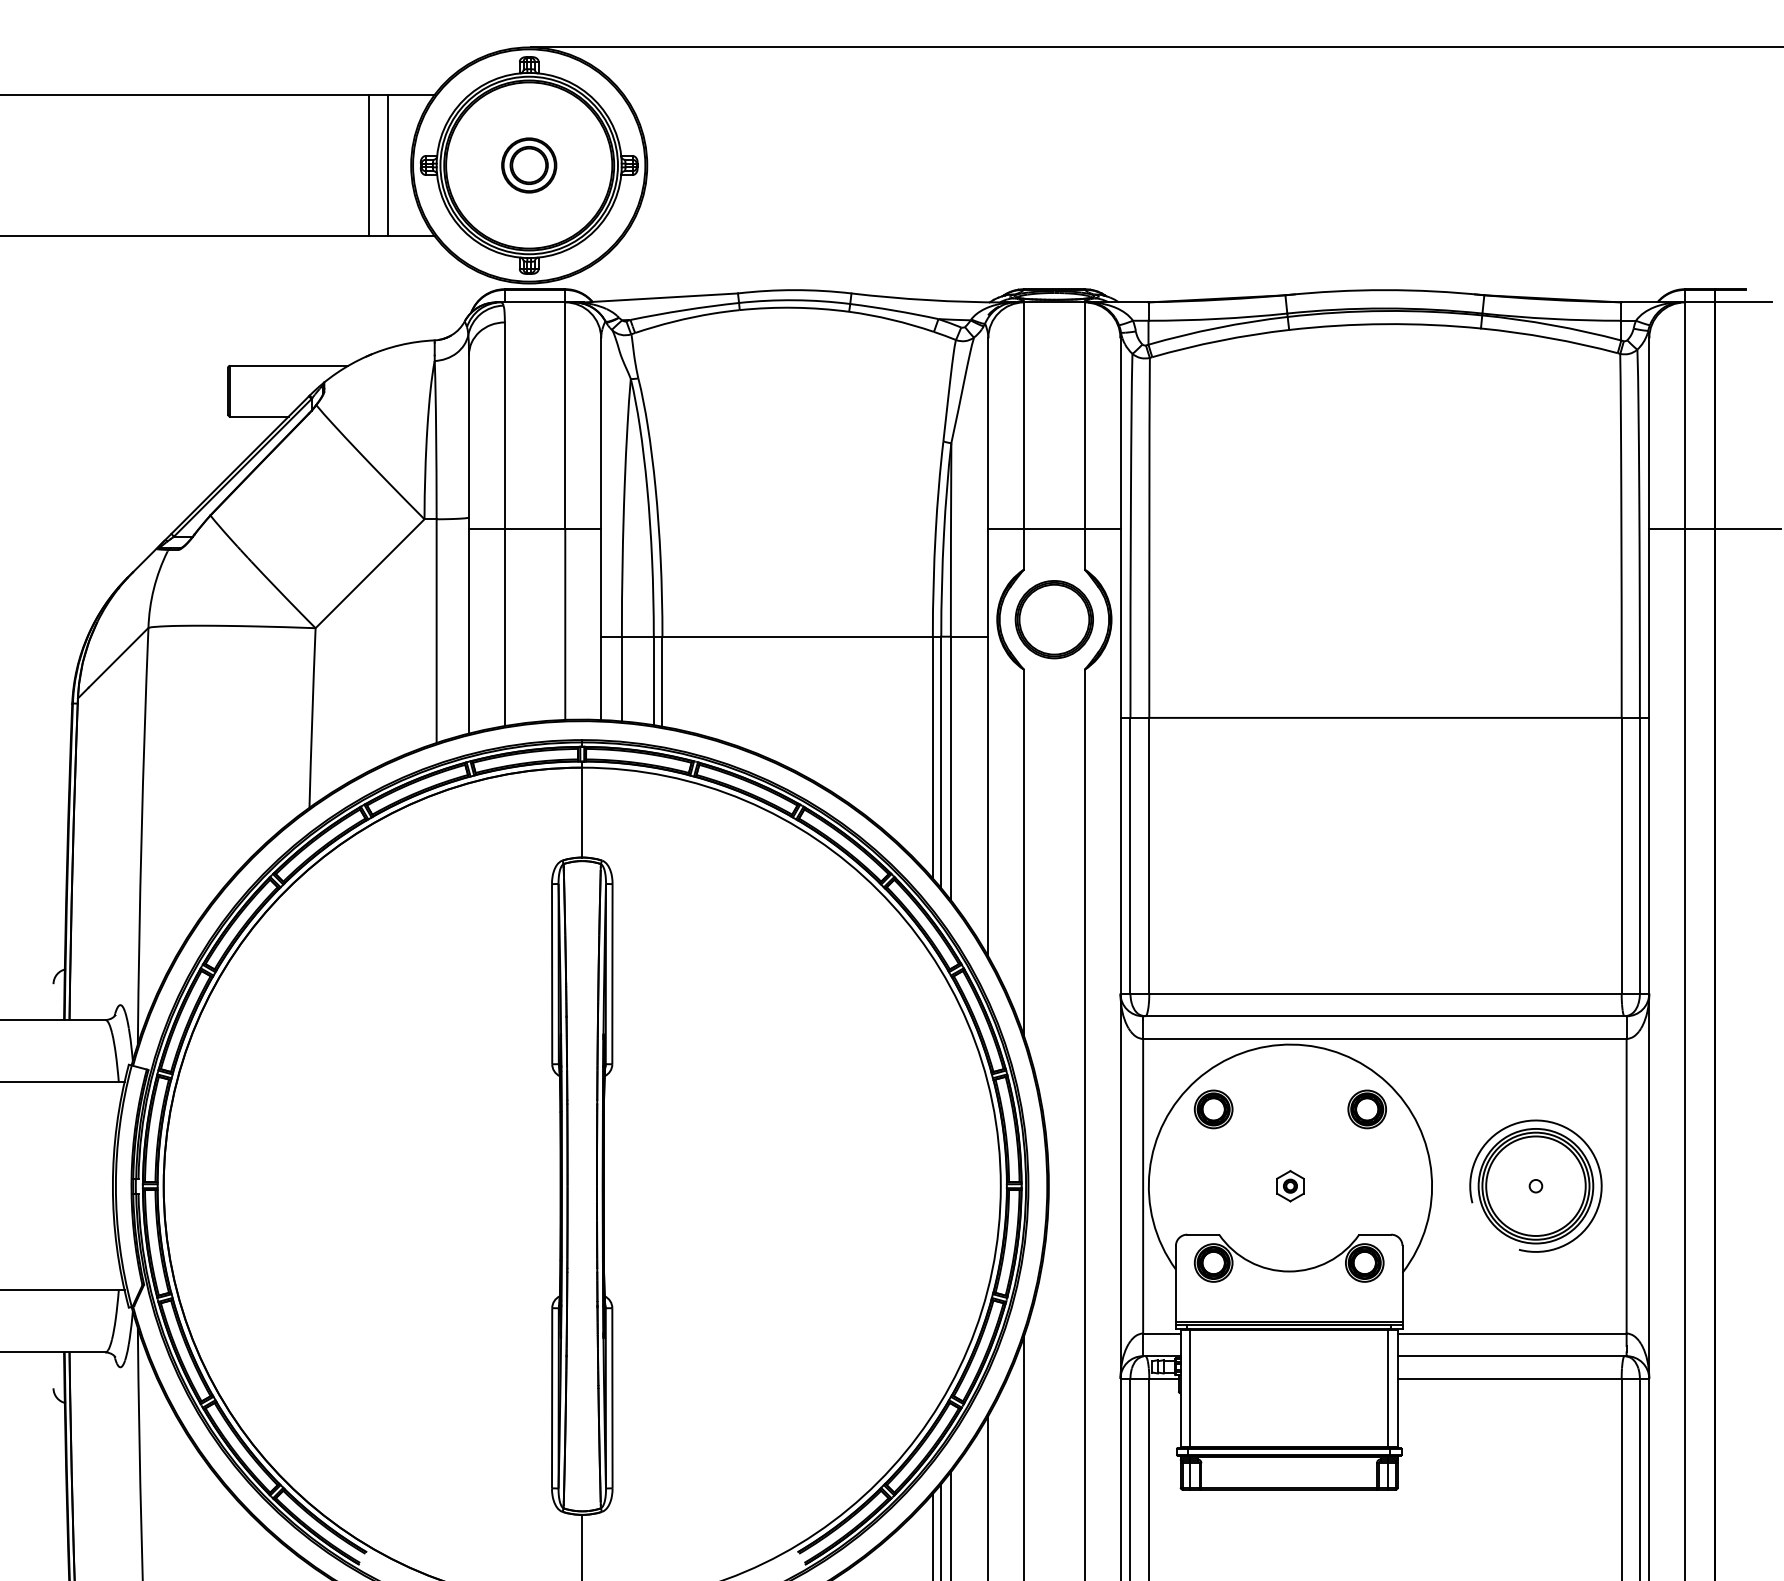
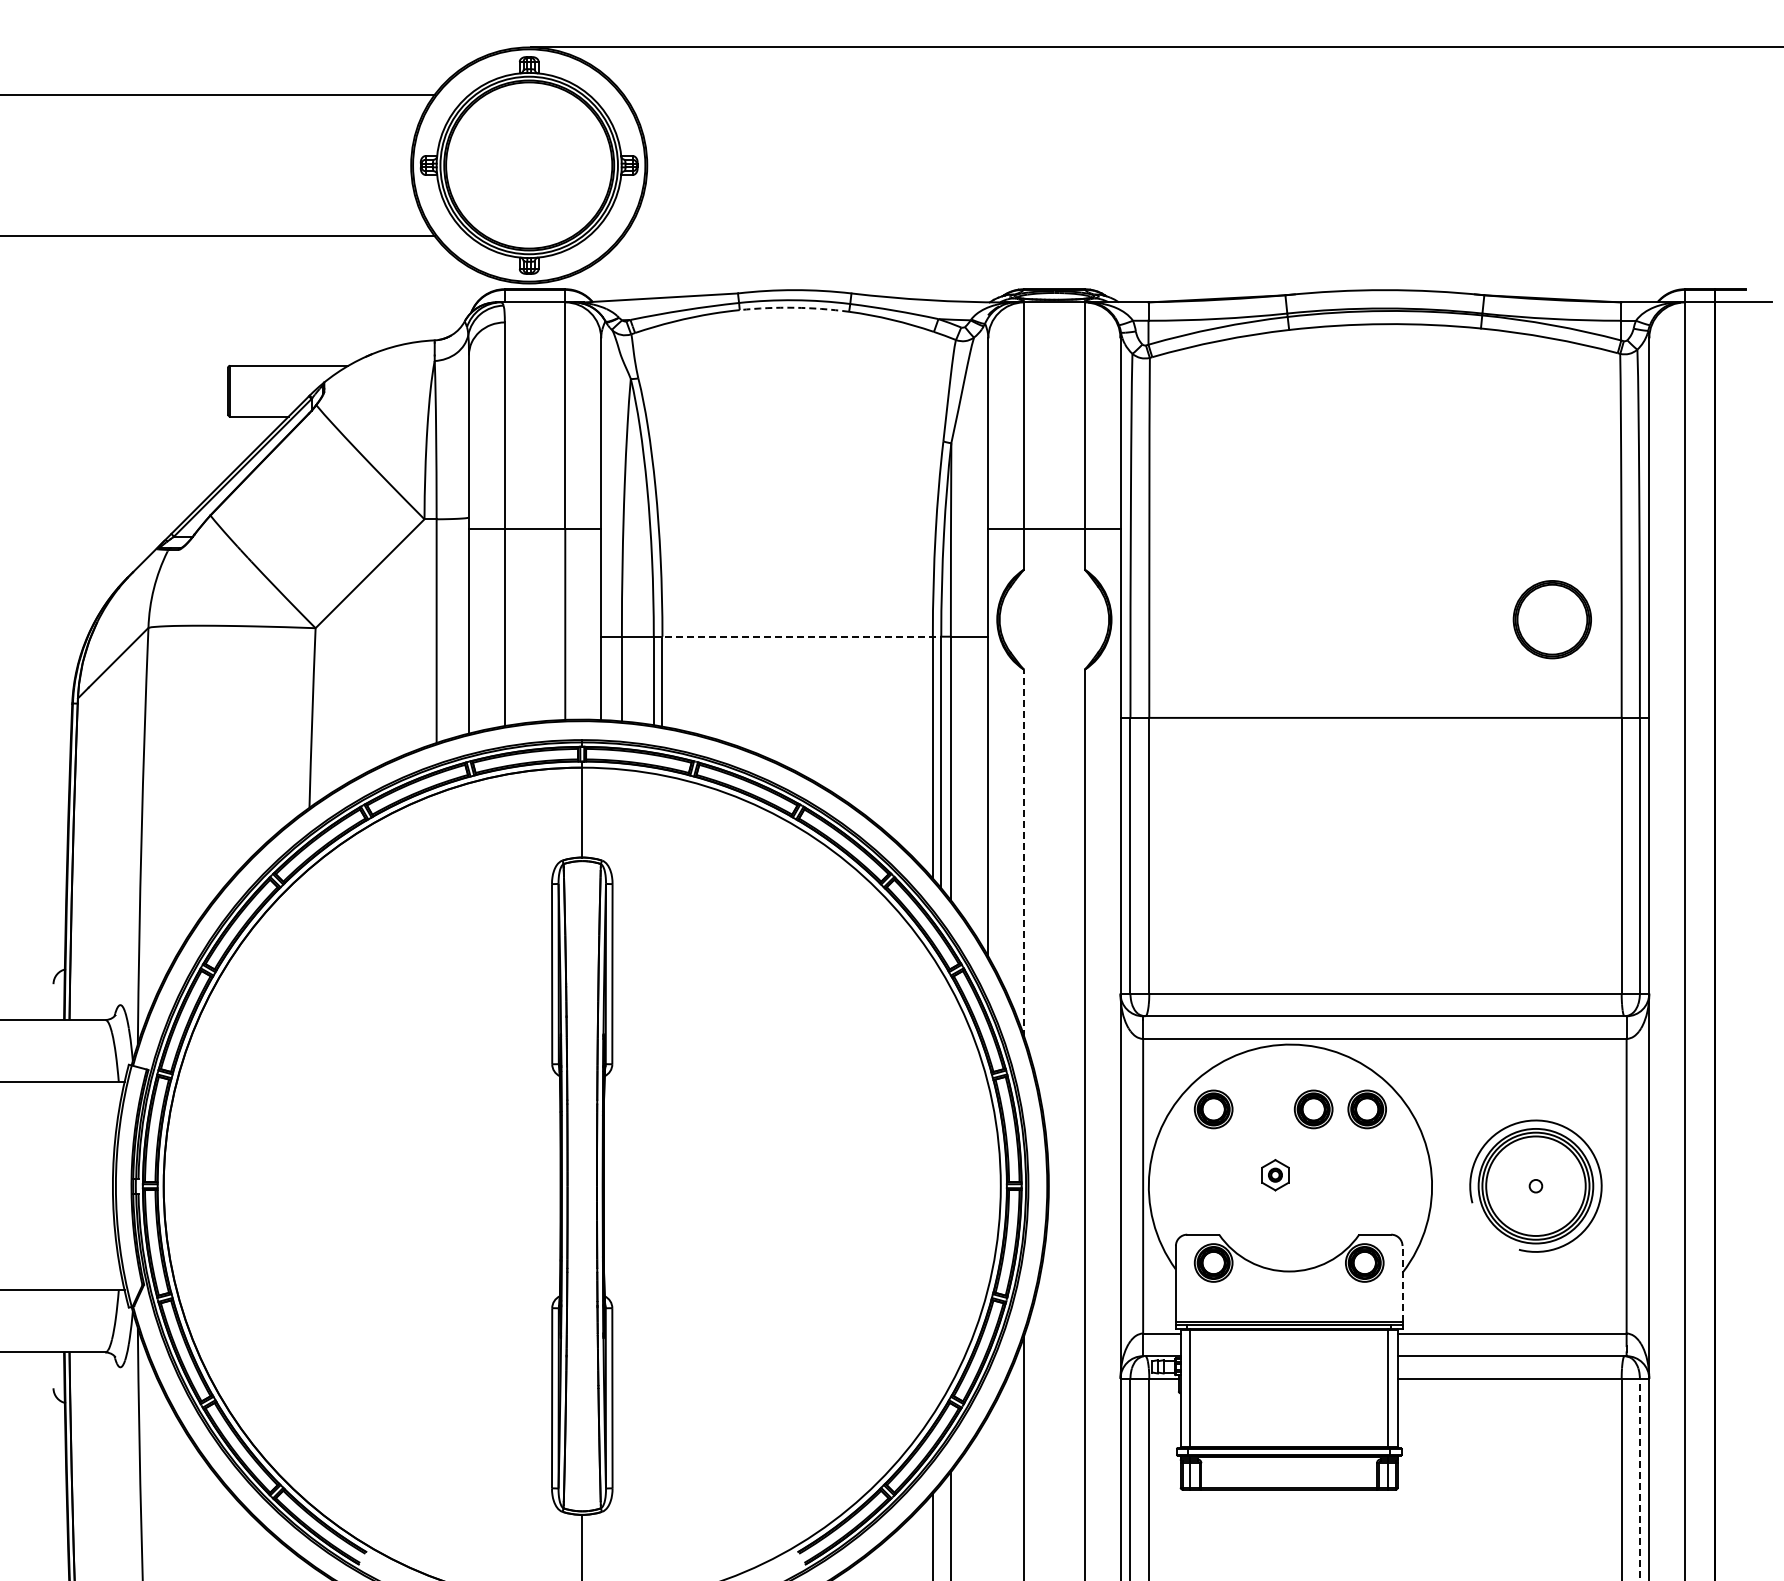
line at (368, 165): present -> none
line at (387, 165): present -> none
part at (529, 165): present -> none
arc at (794, 307): solid -> dashed
line at (1714, 529): present -> none
part at (1053, 619) position: (1053, 619) -> (1551, 619)
line at (797, 636): solid -> dashed
line at (1024, 852): solid -> dashed
part at (1313, 1109): none -> present
part at (1290, 1186) position: (1290, 1186) -> (1275, 1175)
line at (1402, 1283): solid -> dashed
line at (1639, 1479): solid -> dashed
line at (988, 1496): present -> none
line at (941, 1530): present -> none
